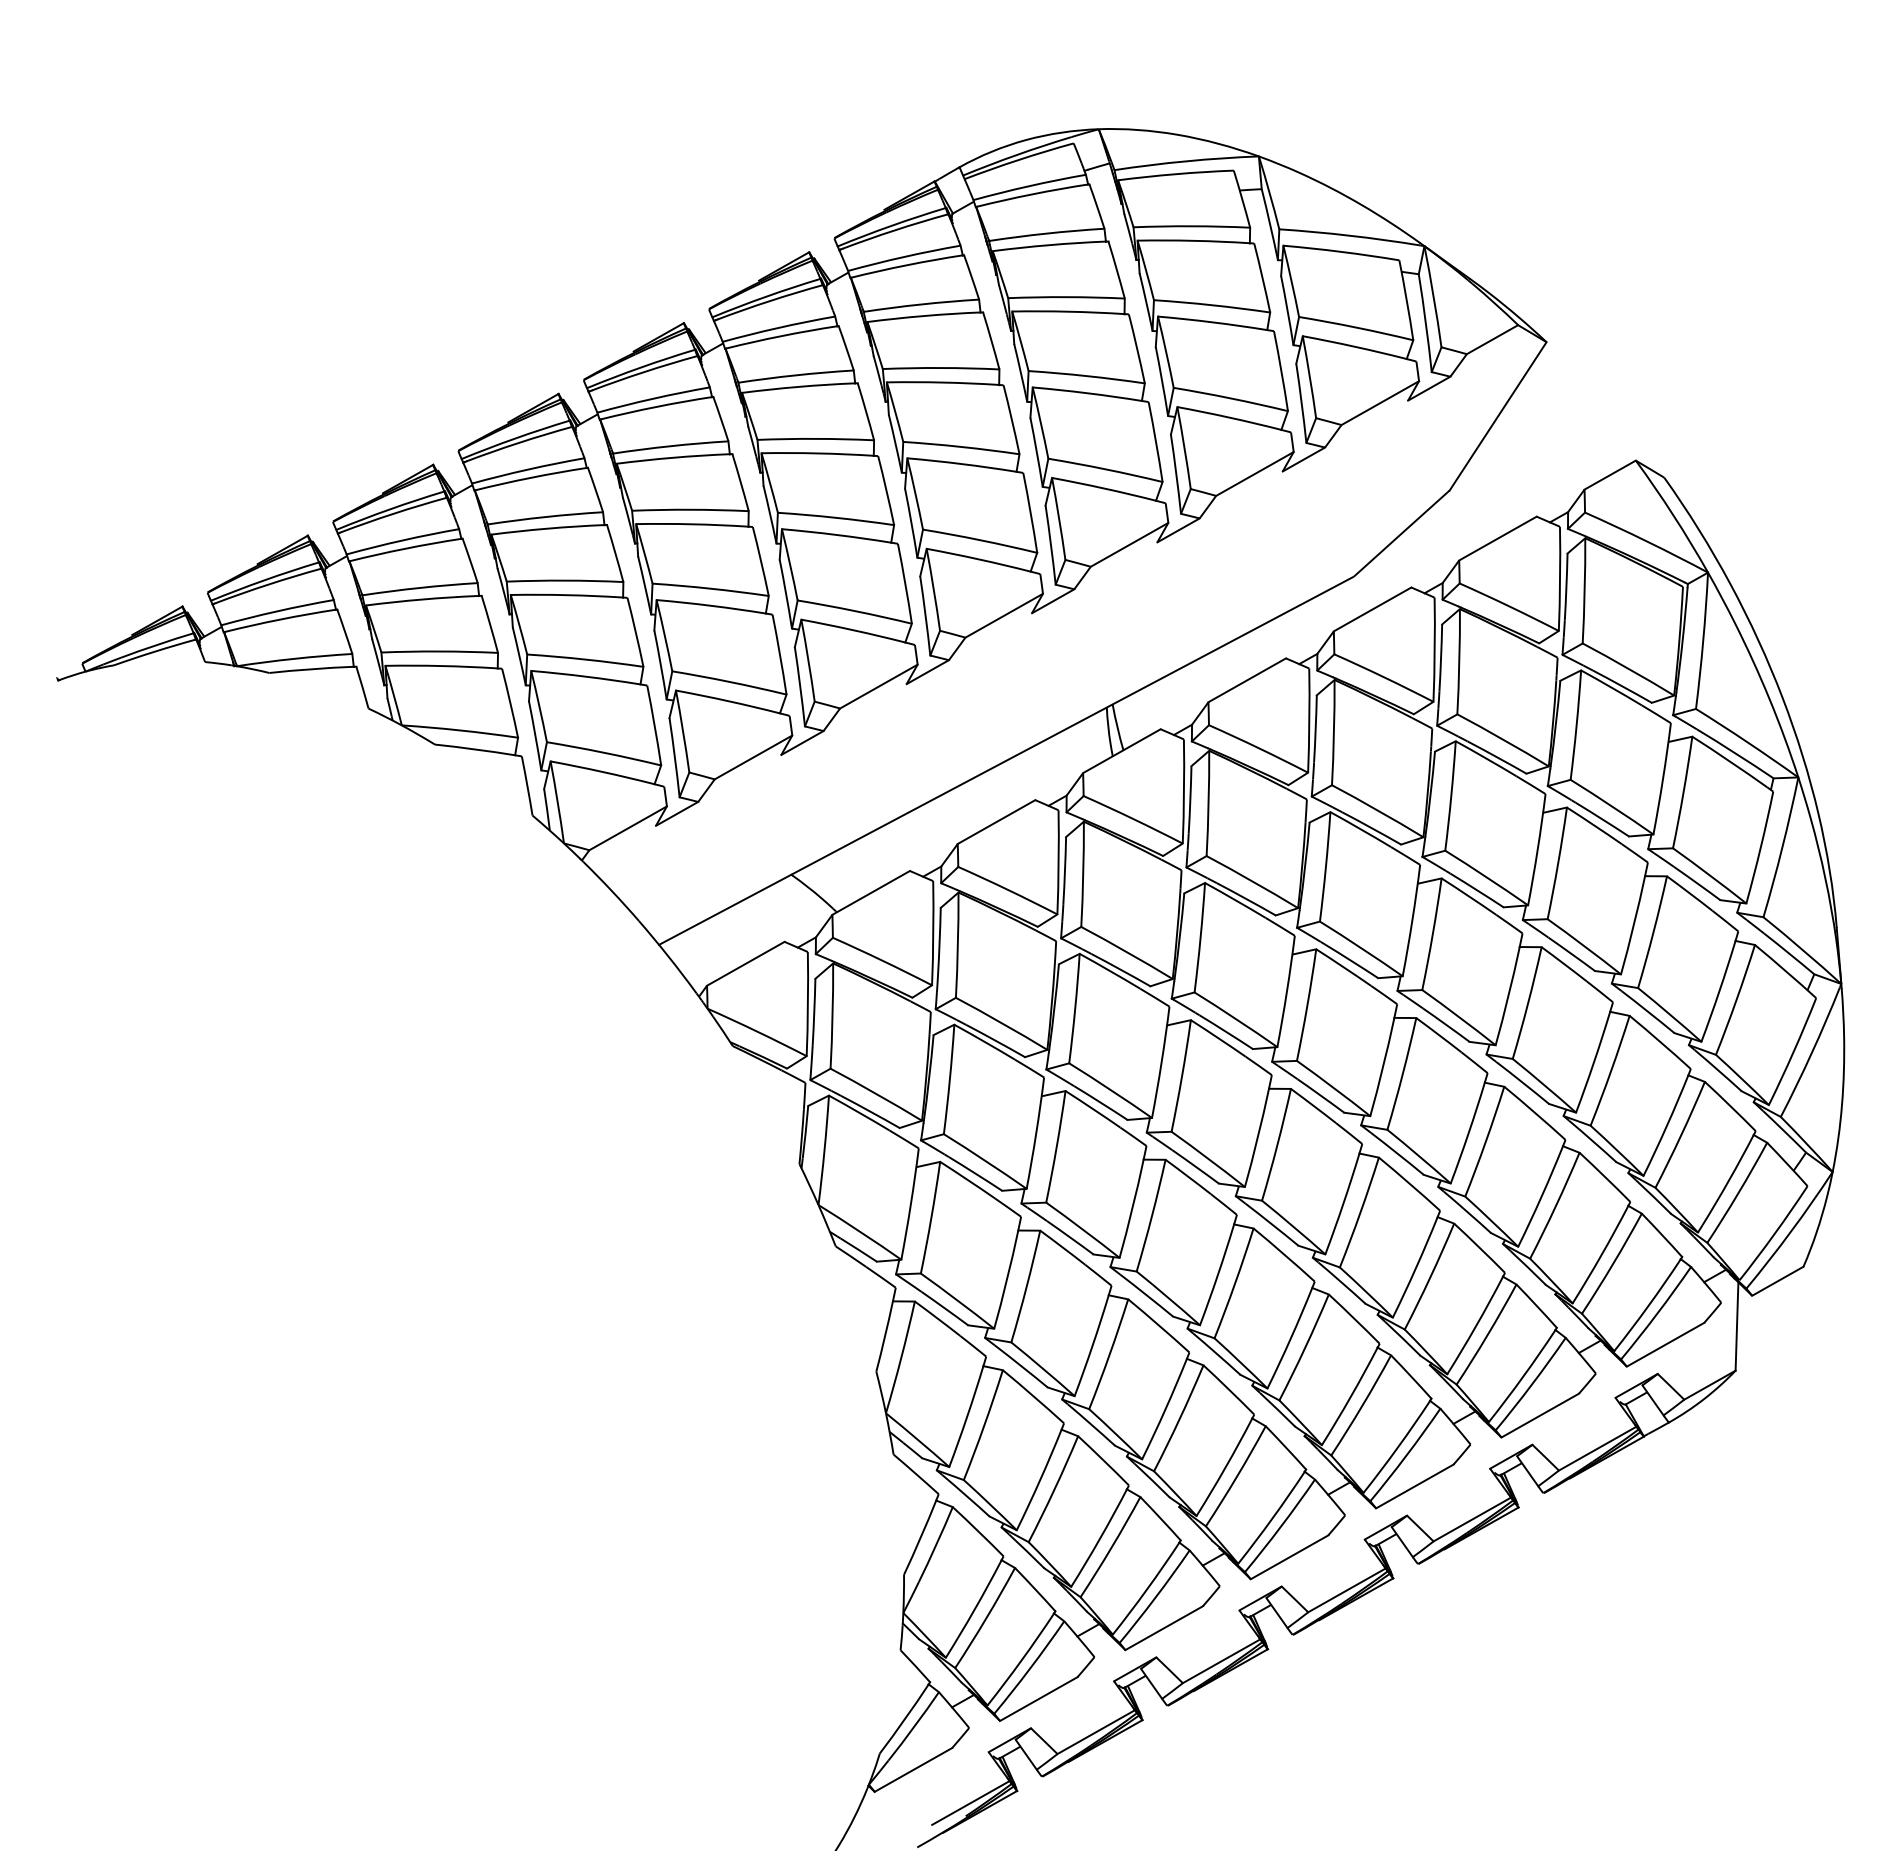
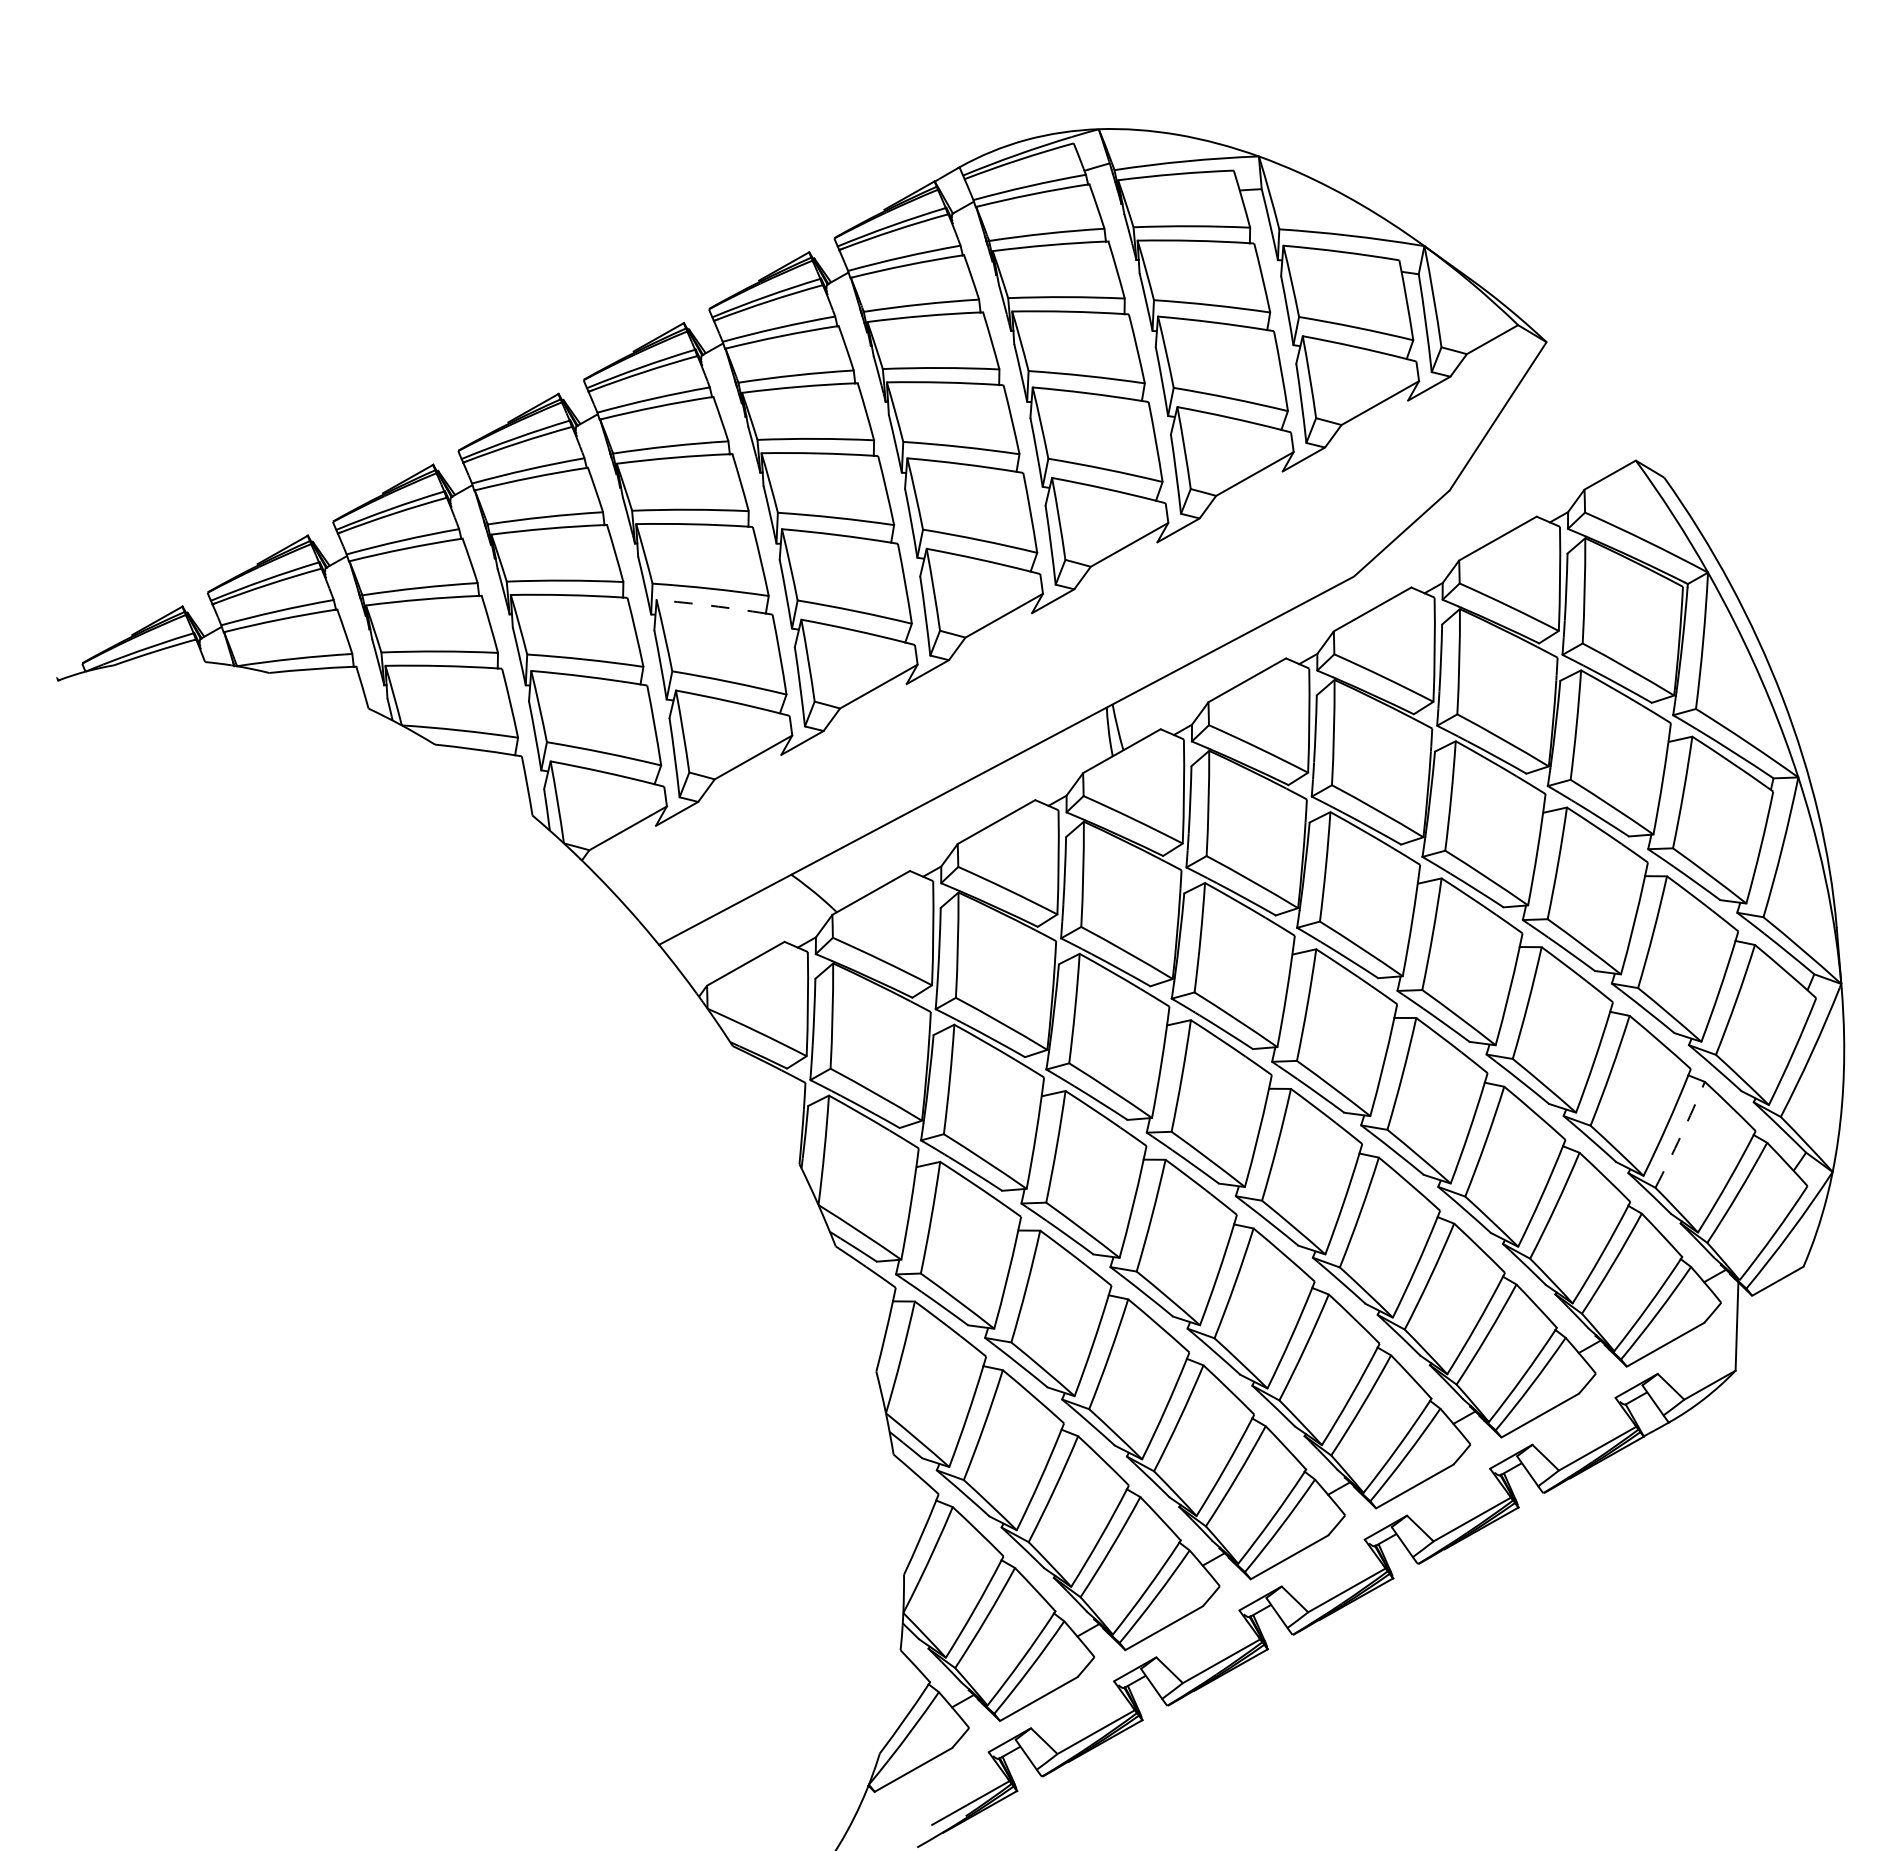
arc at (711, 605): solid -> dashed
arc at (1681, 1135): solid -> dashed
